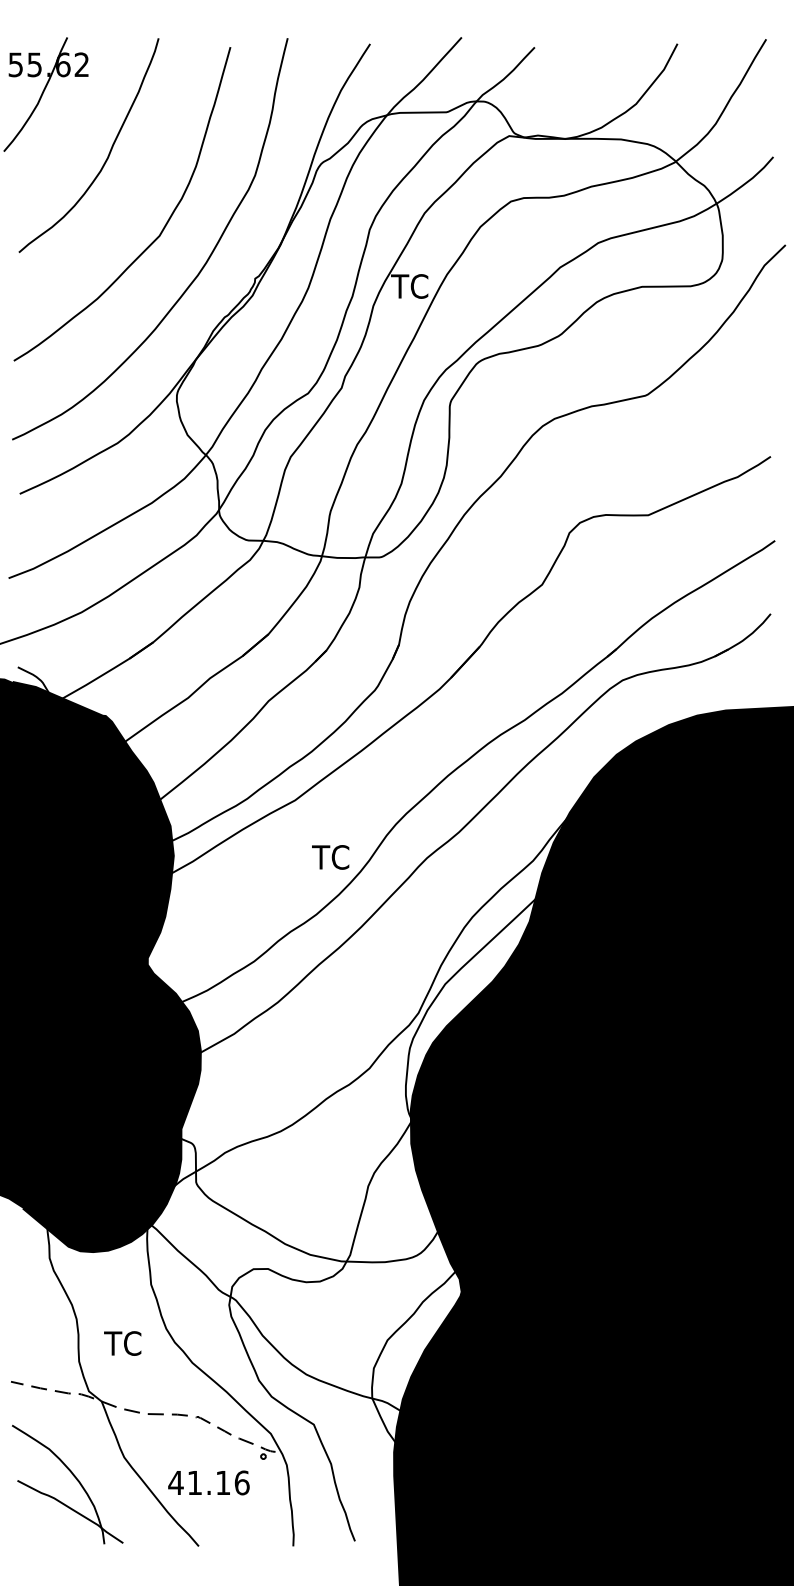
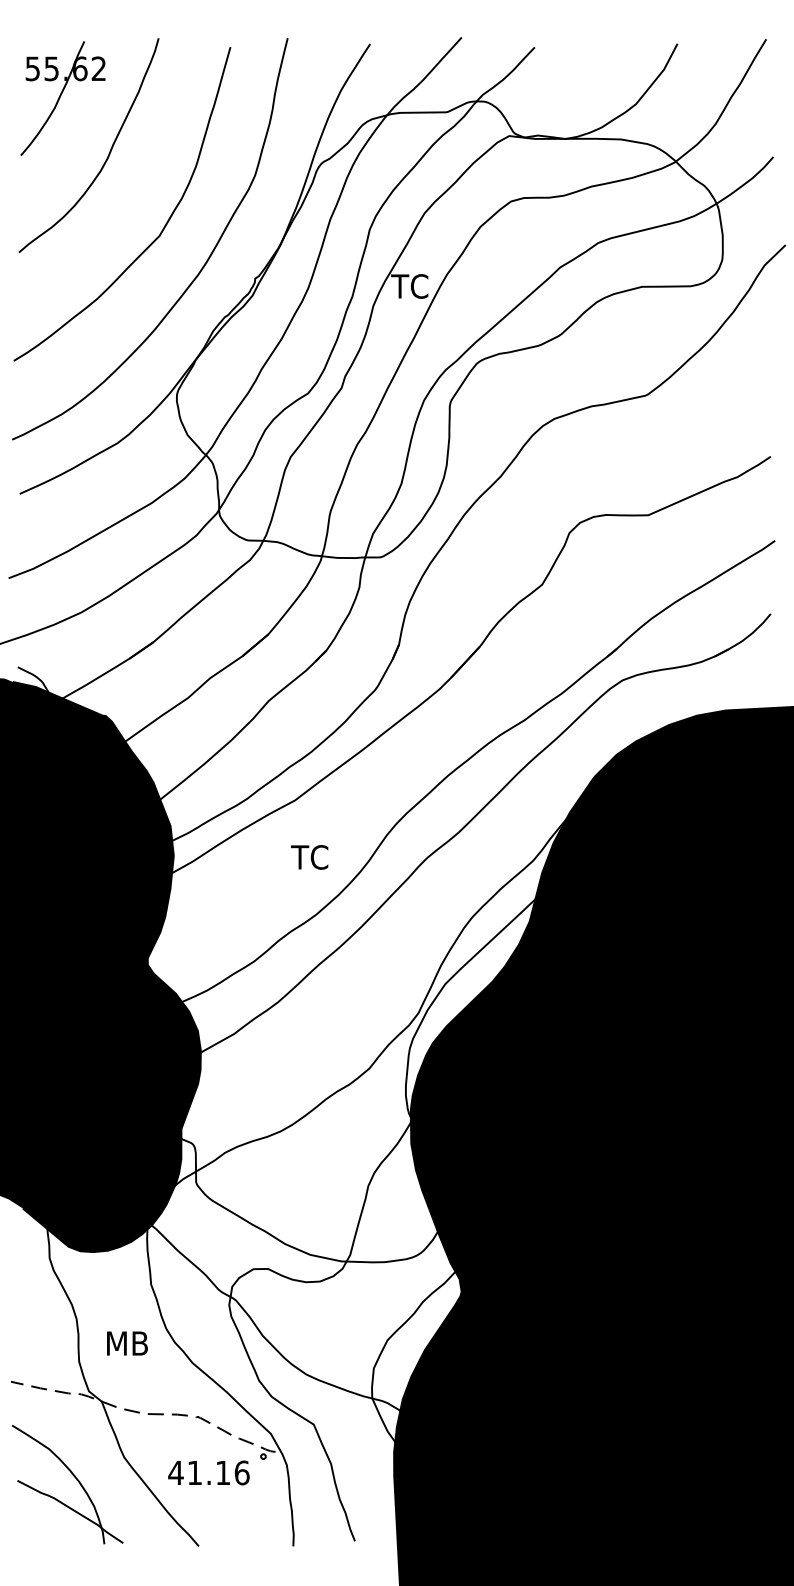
part at (45, 94) position: (45, 94) -> (62, 98)
text at (330, 857) position: (330, 857) -> (309, 857)
text at (125, 1343): TC -> MB
text at (208, 1482) position: (208, 1482) -> (208, 1472)
